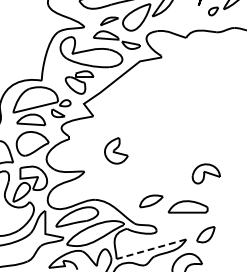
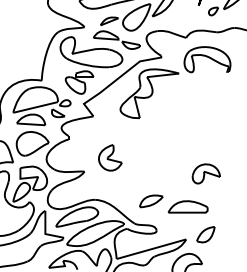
part at (173, 75): none -> present
part at (116, 150) position: (116, 150) -> (110, 157)
line at (150, 249): dashed -> solid
